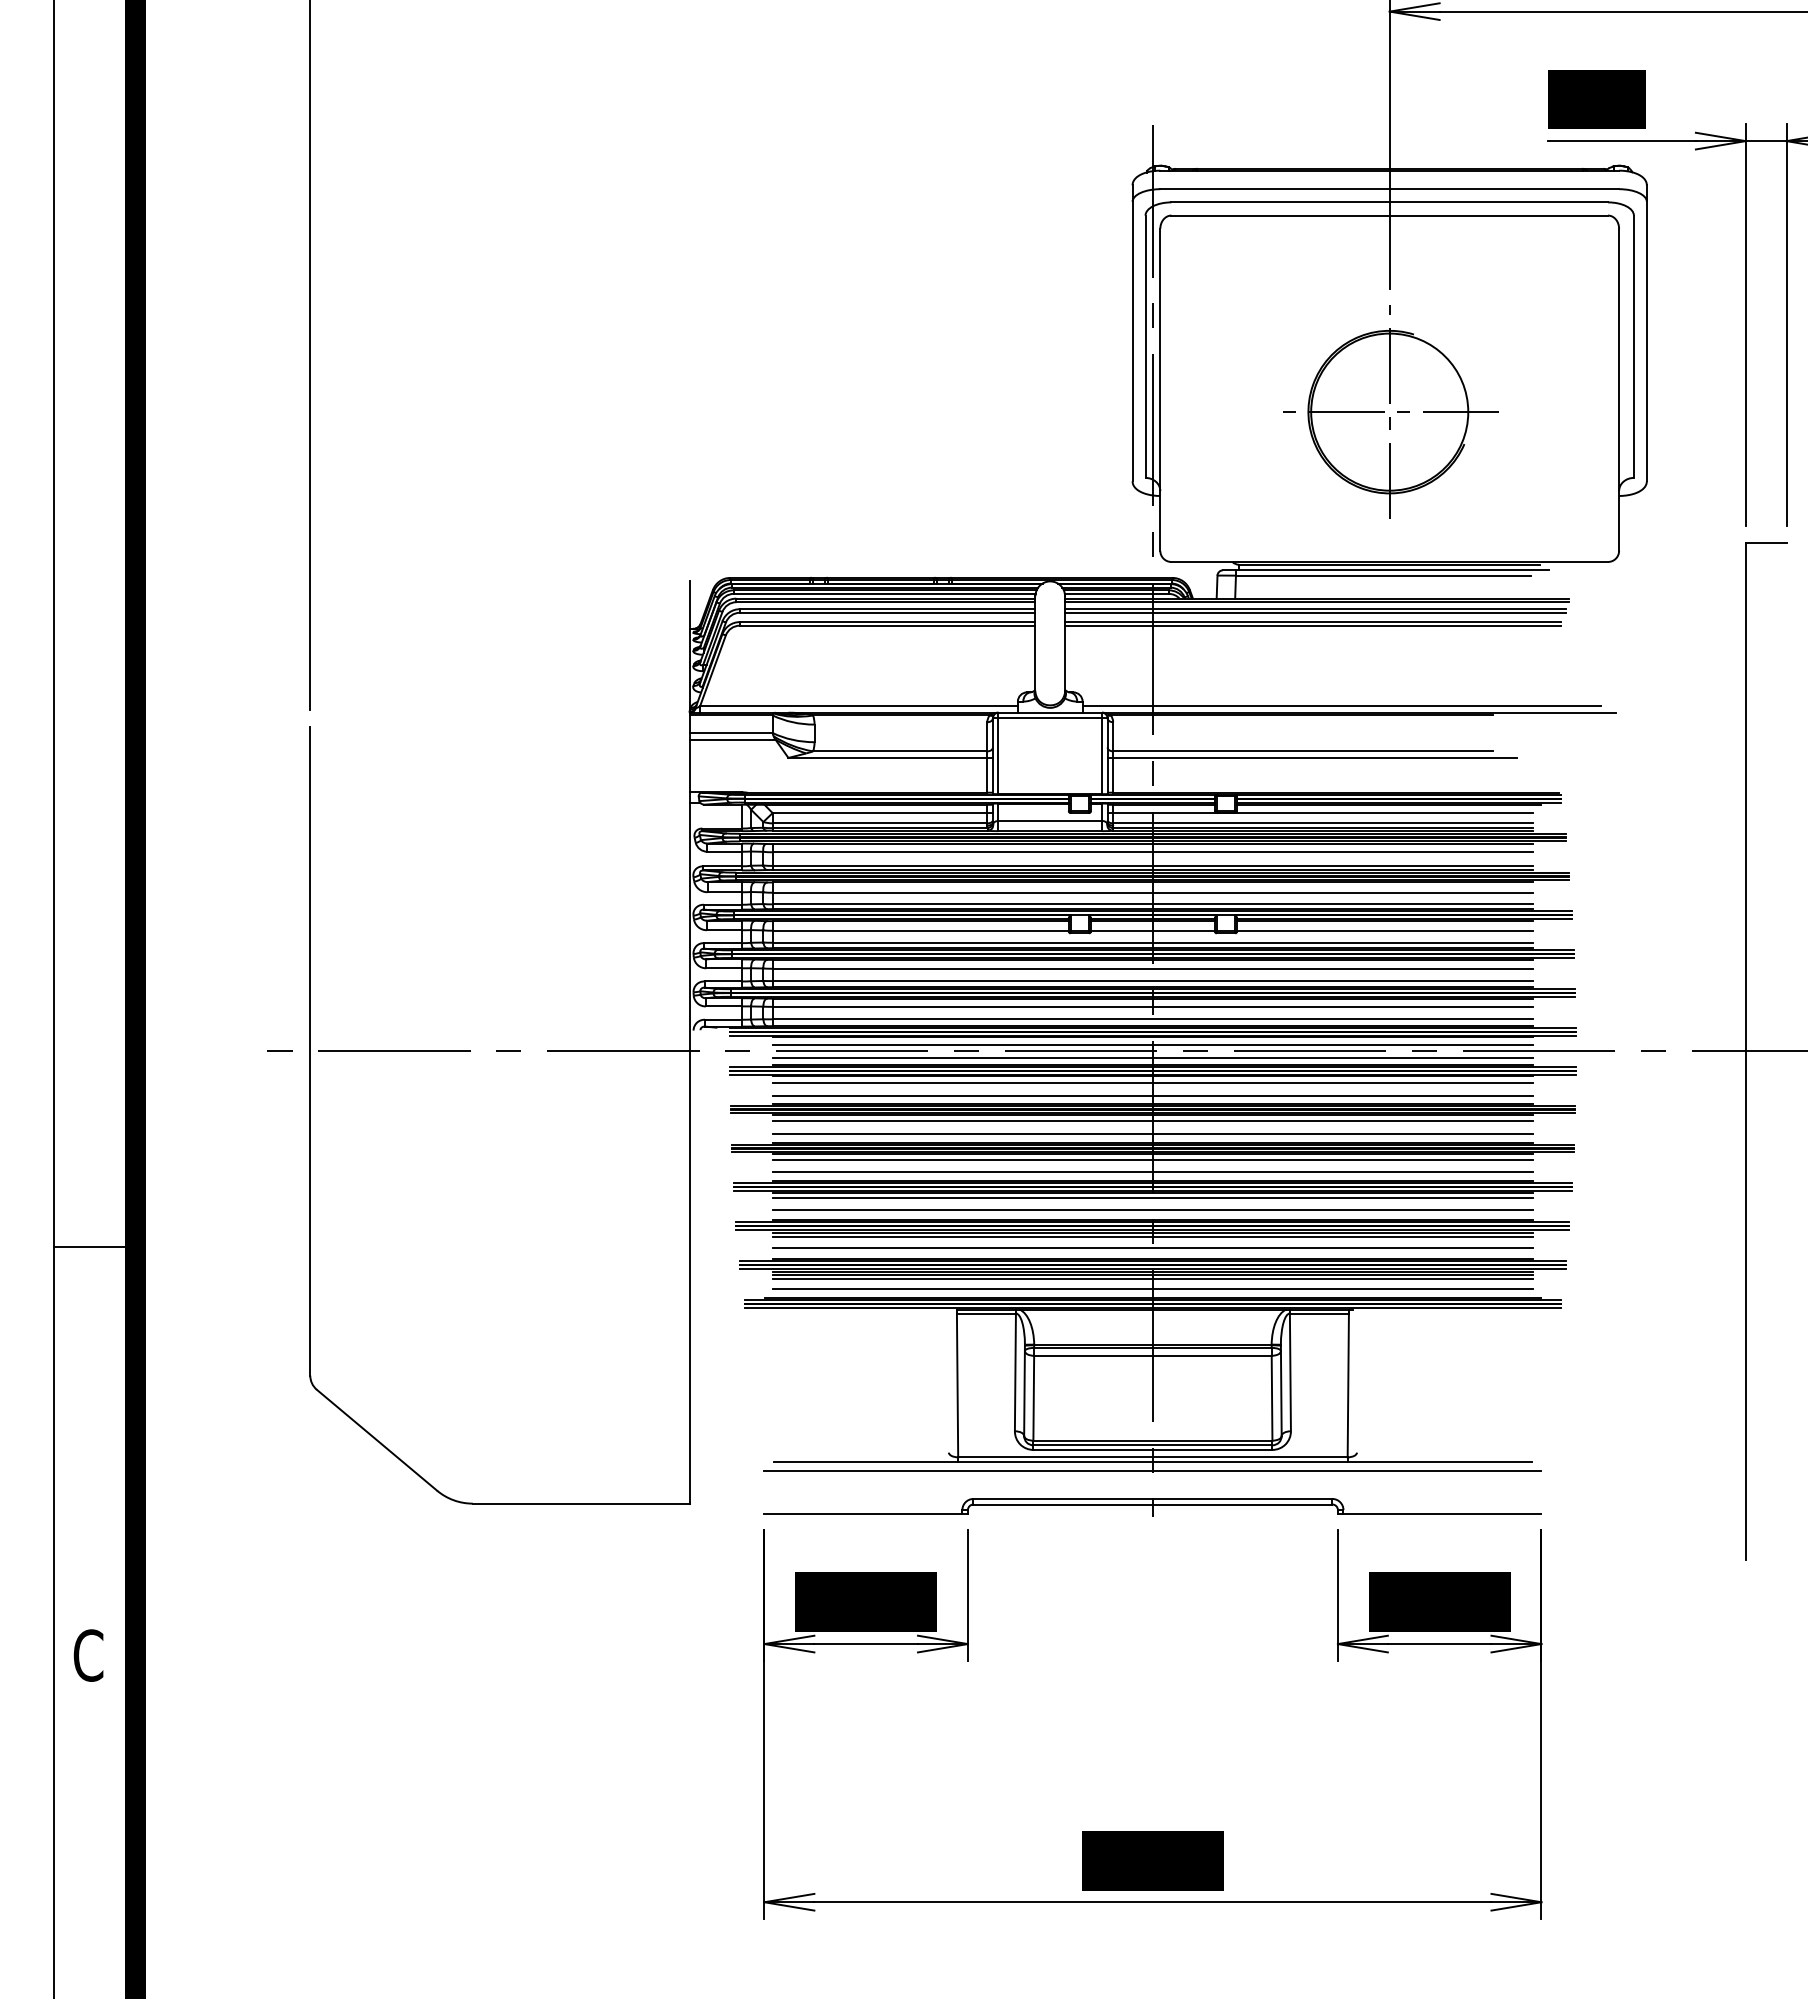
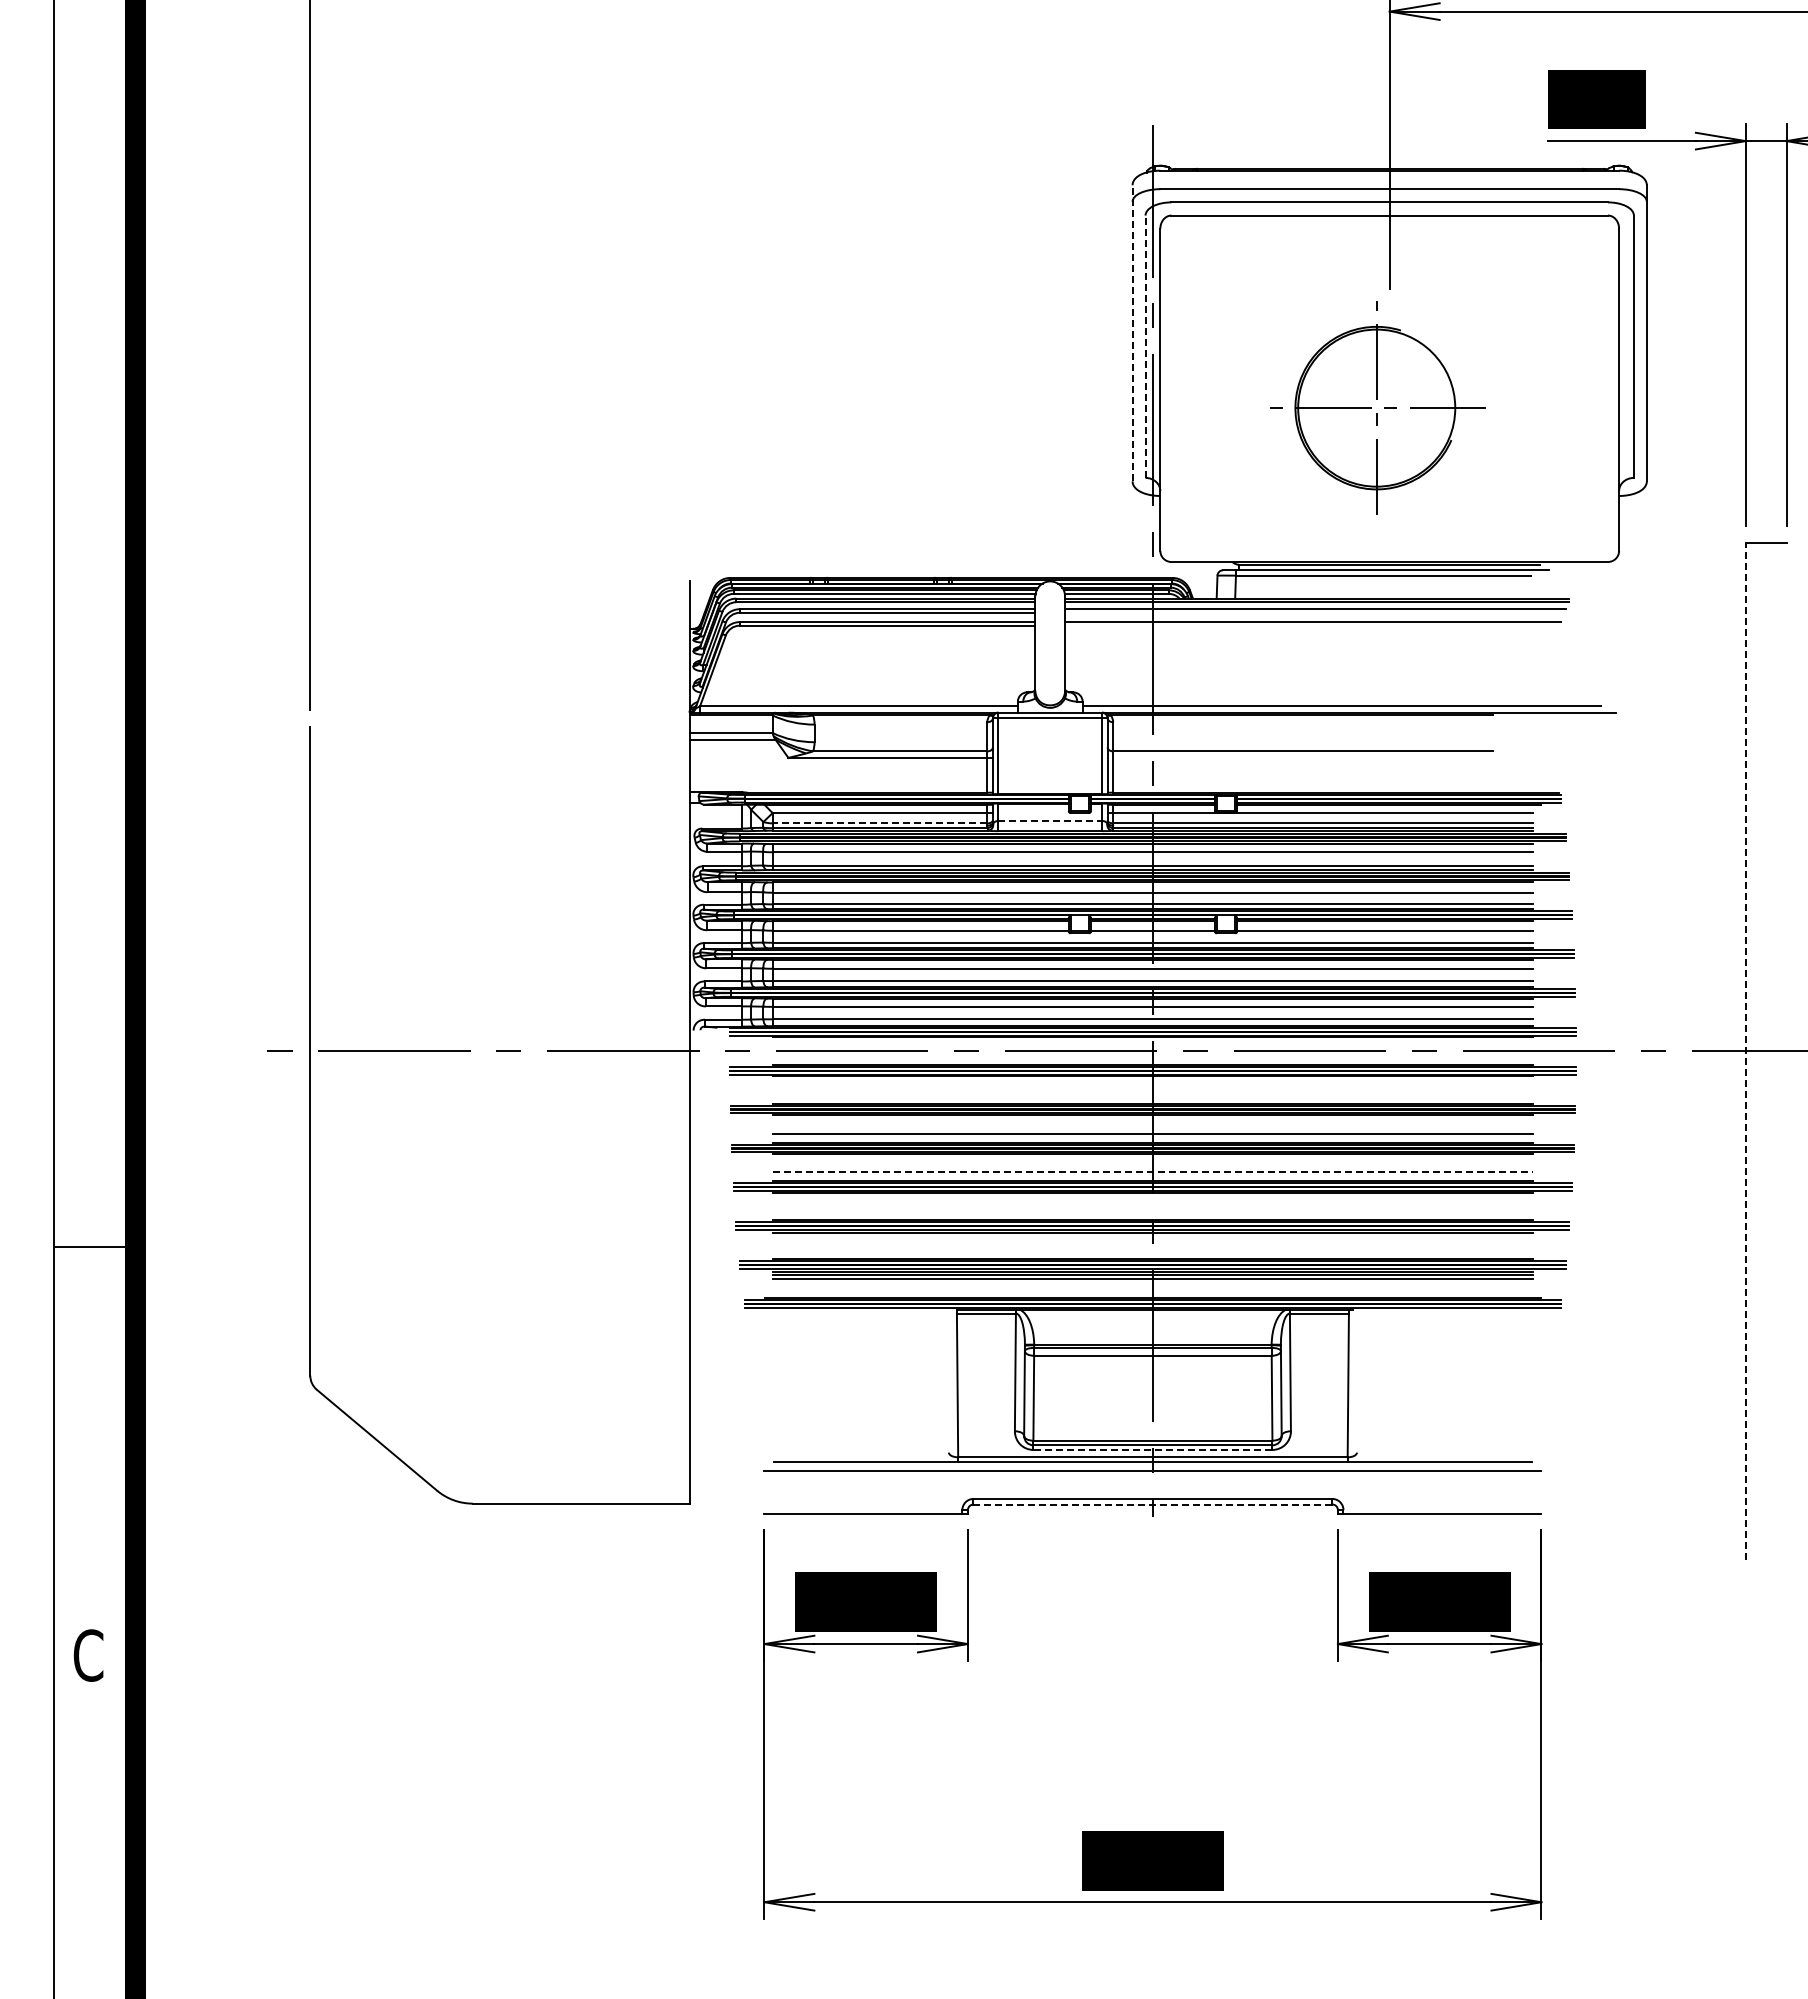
line at (1132, 332): solid -> dashed
line at (1145, 346): solid -> dashed
part at (1390, 411) position: (1390, 411) -> (1377, 407)
line at (1315, 612): present -> none
line at (1313, 625): present -> none
line at (1312, 757): present -> none
line at (1050, 820): solid -> dashed
line at (879, 823): solid -> dashed
line at (1152, 1044): present -> none
line at (1745, 1051): solid -> dashed
line at (1152, 1057): present -> none
line at (1152, 1083): present -> none
line at (1152, 1095): present -> none
line at (1152, 1121): present -> none
line at (1152, 1159): present -> none
line at (1153, 1171): solid -> dashed
line at (1152, 1198): present -> none
line at (1152, 1209): present -> none
line at (1152, 1236): present -> none
line at (1152, 1247): present -> none
line at (1152, 1289): present -> none
line at (1152, 1449): solid -> dashed
line at (1152, 1504): solid -> dashed
